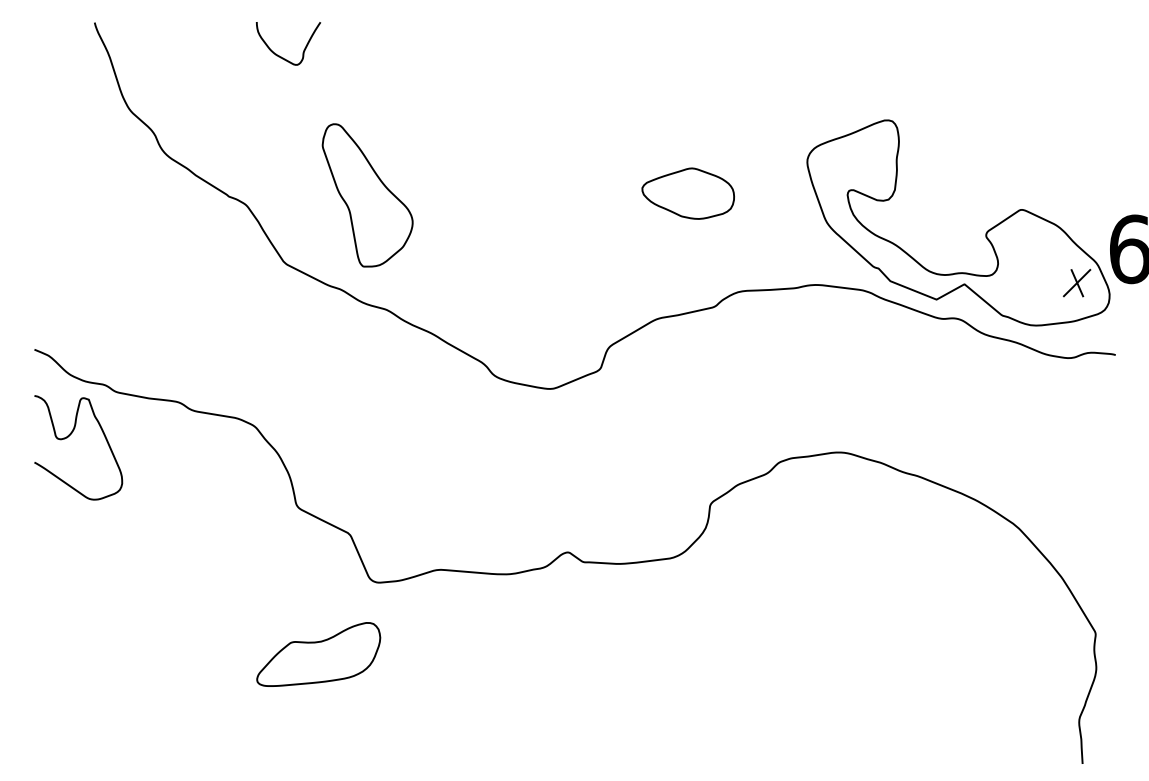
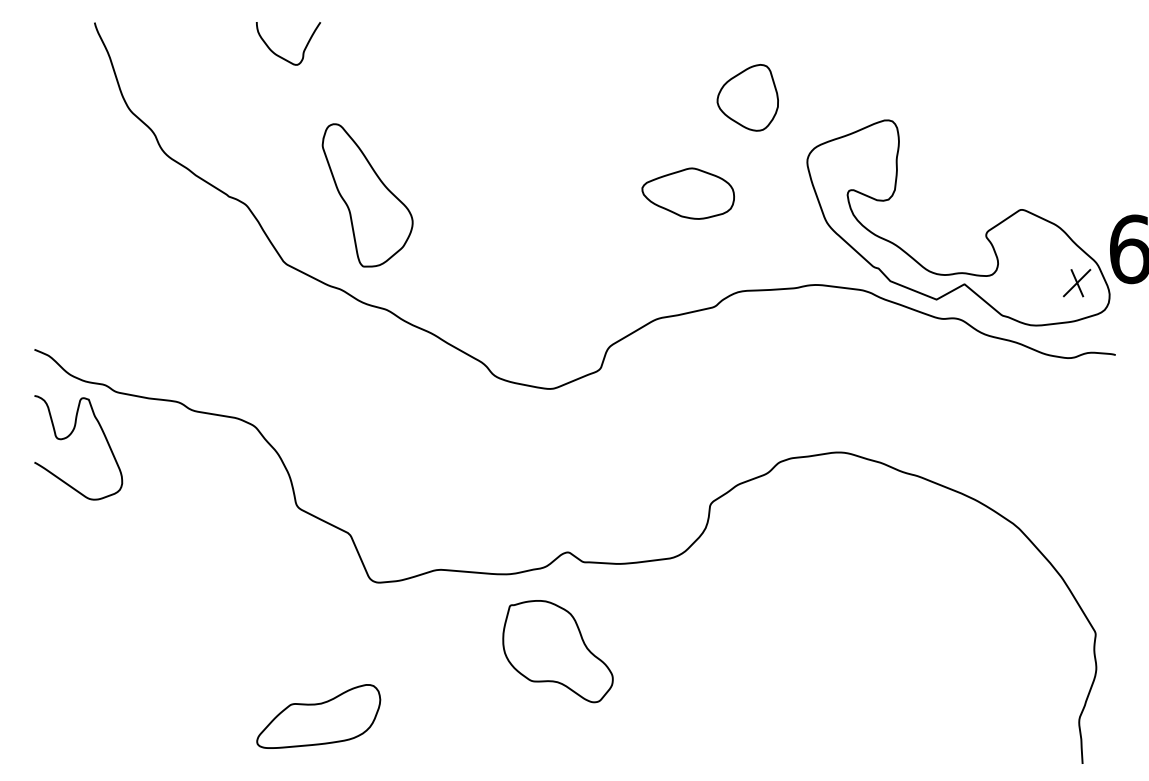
part at (747, 97): none -> present
part at (557, 651): none -> present
part at (318, 654) position: (318, 654) -> (318, 716)
